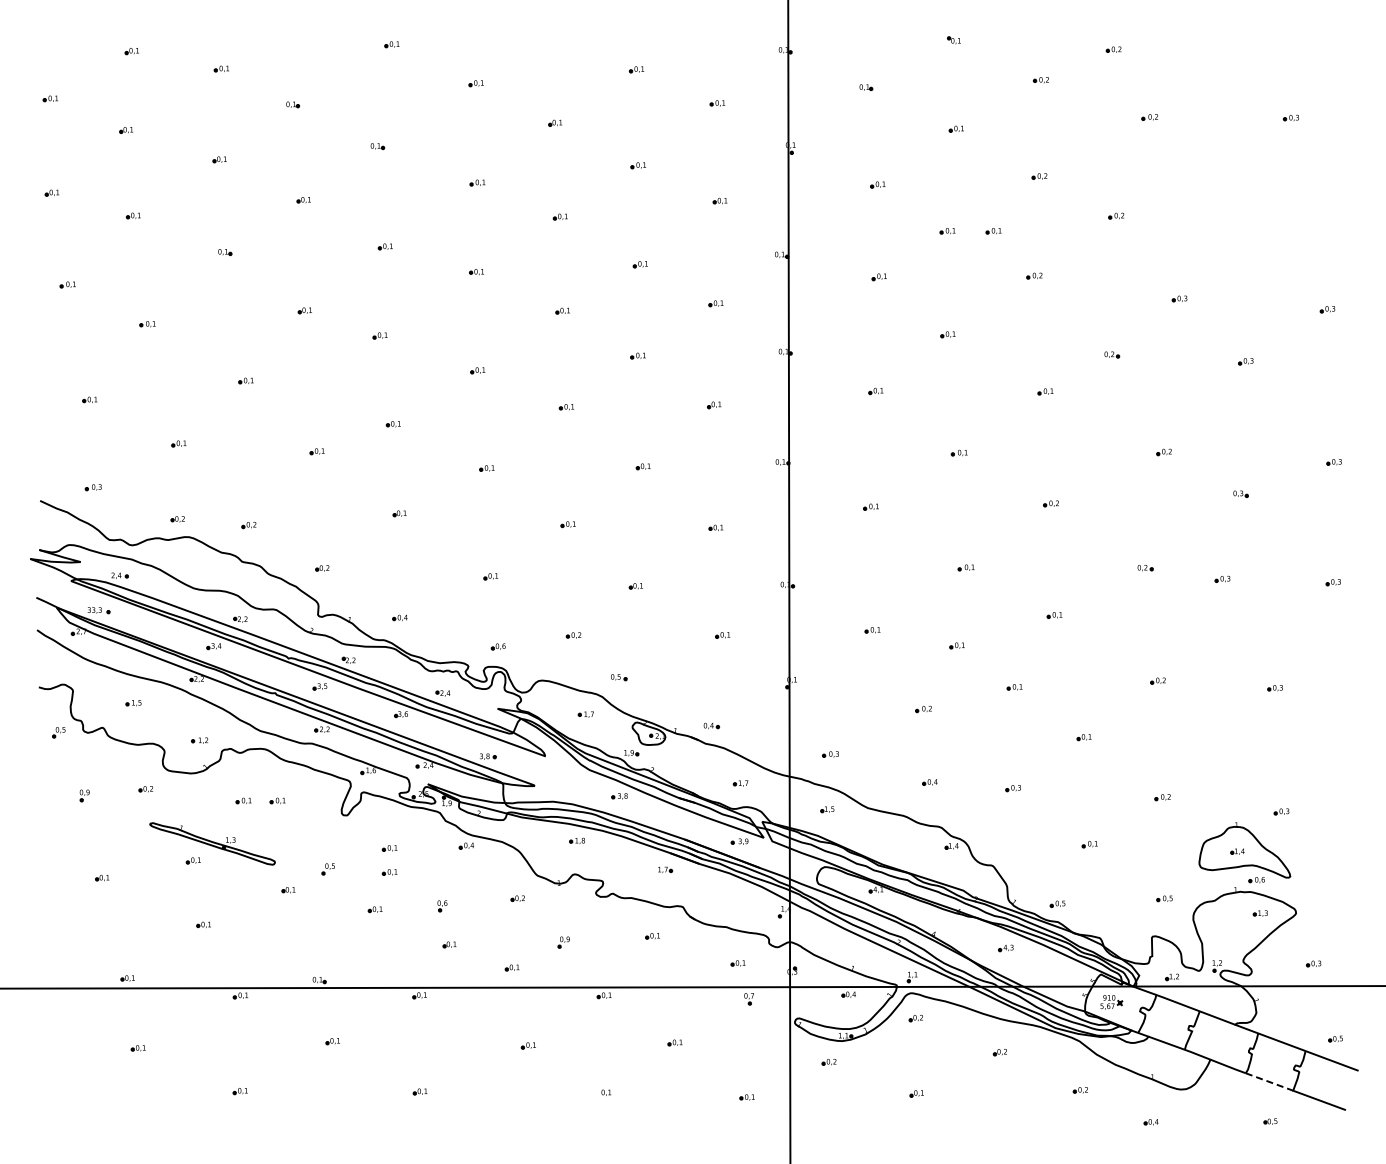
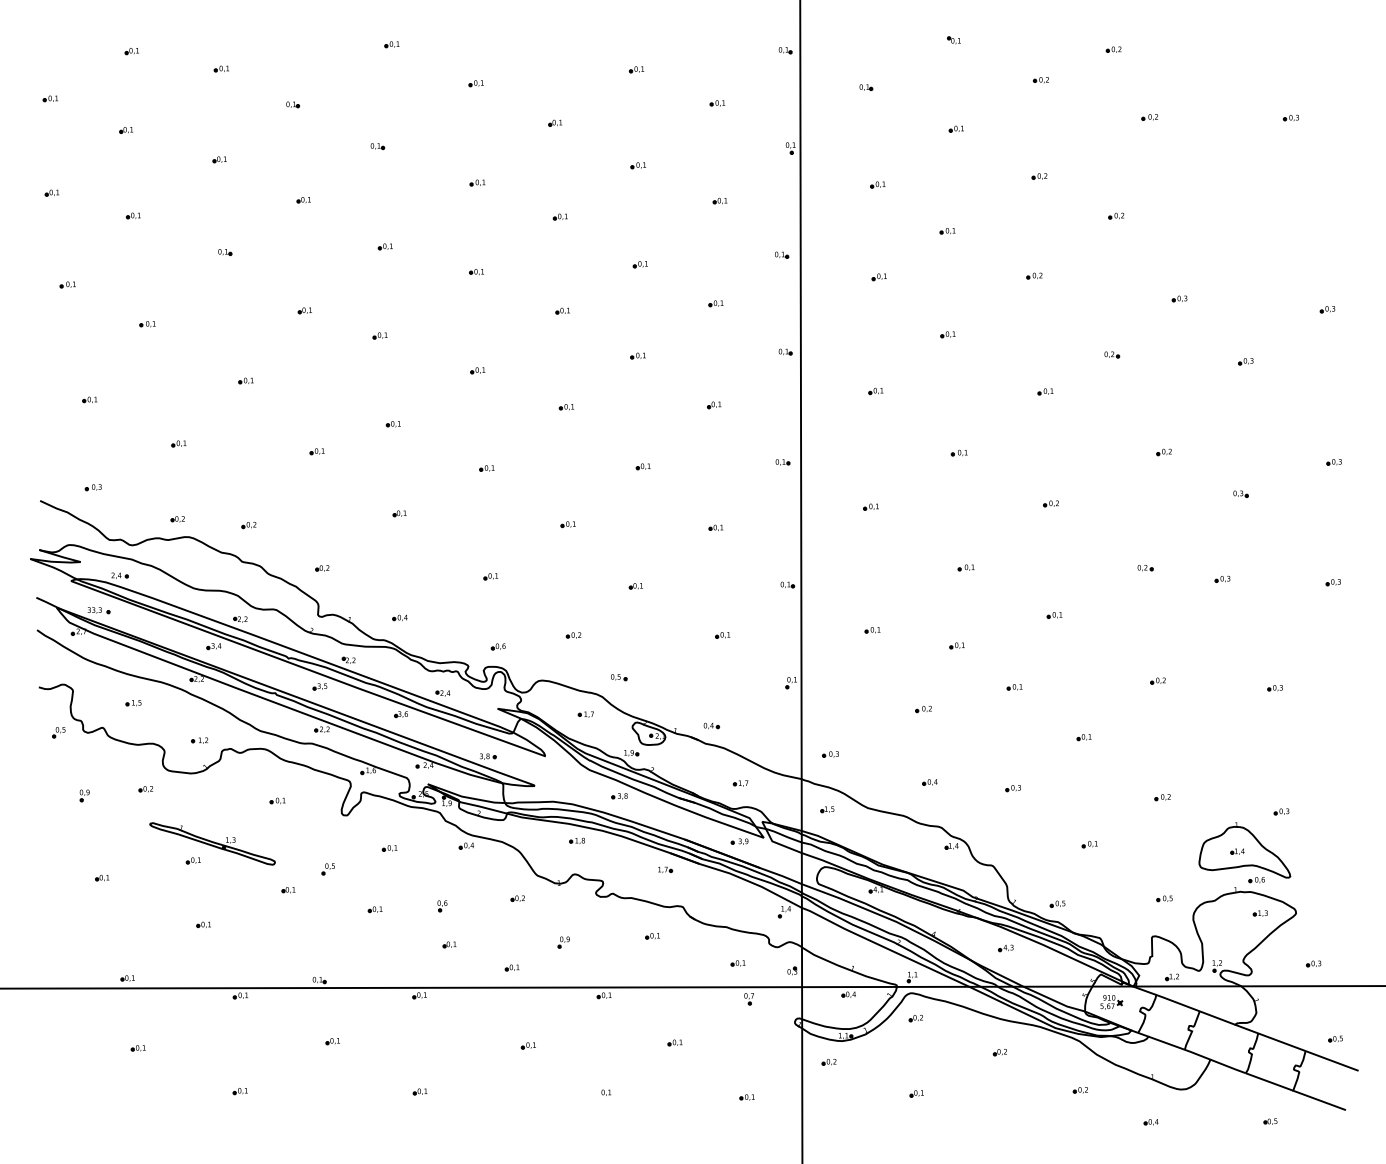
part at (993, 231): present -> none
line at (789, 581) position: (789, 581) -> (801, 581)
part at (243, 800): present -> none
part at (389, 872): present -> none
line at (1269, 1082): dashed -> solid
